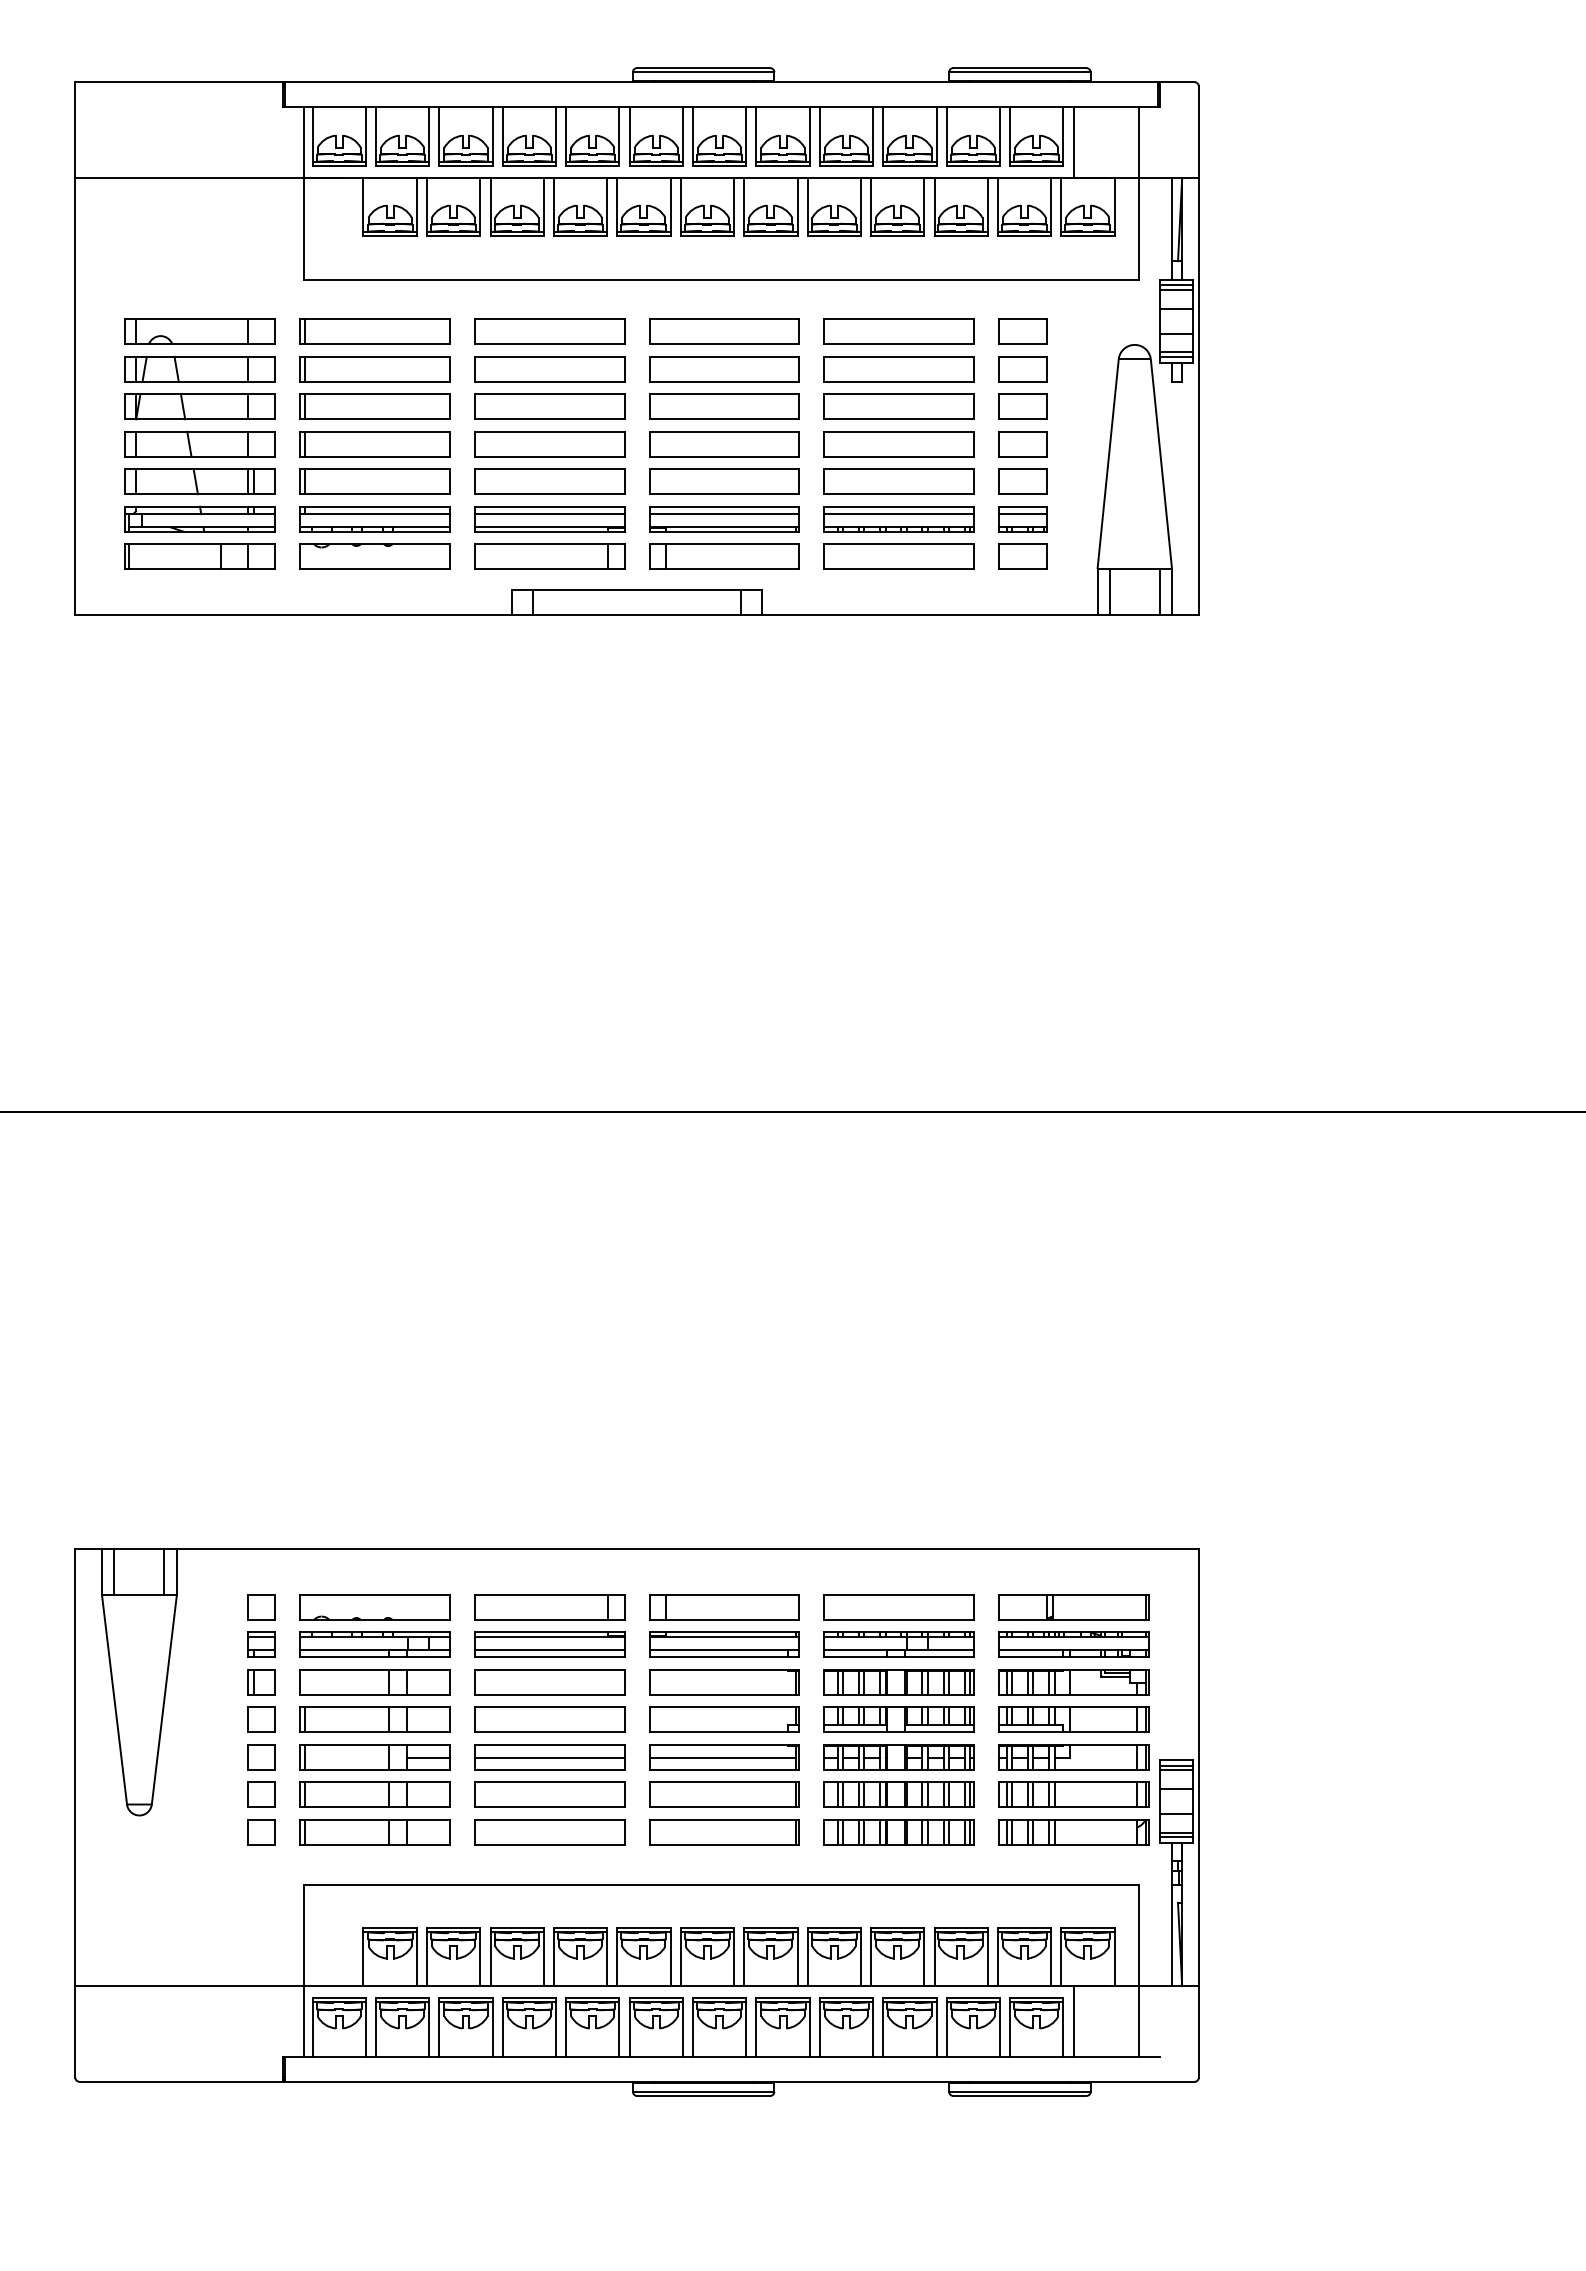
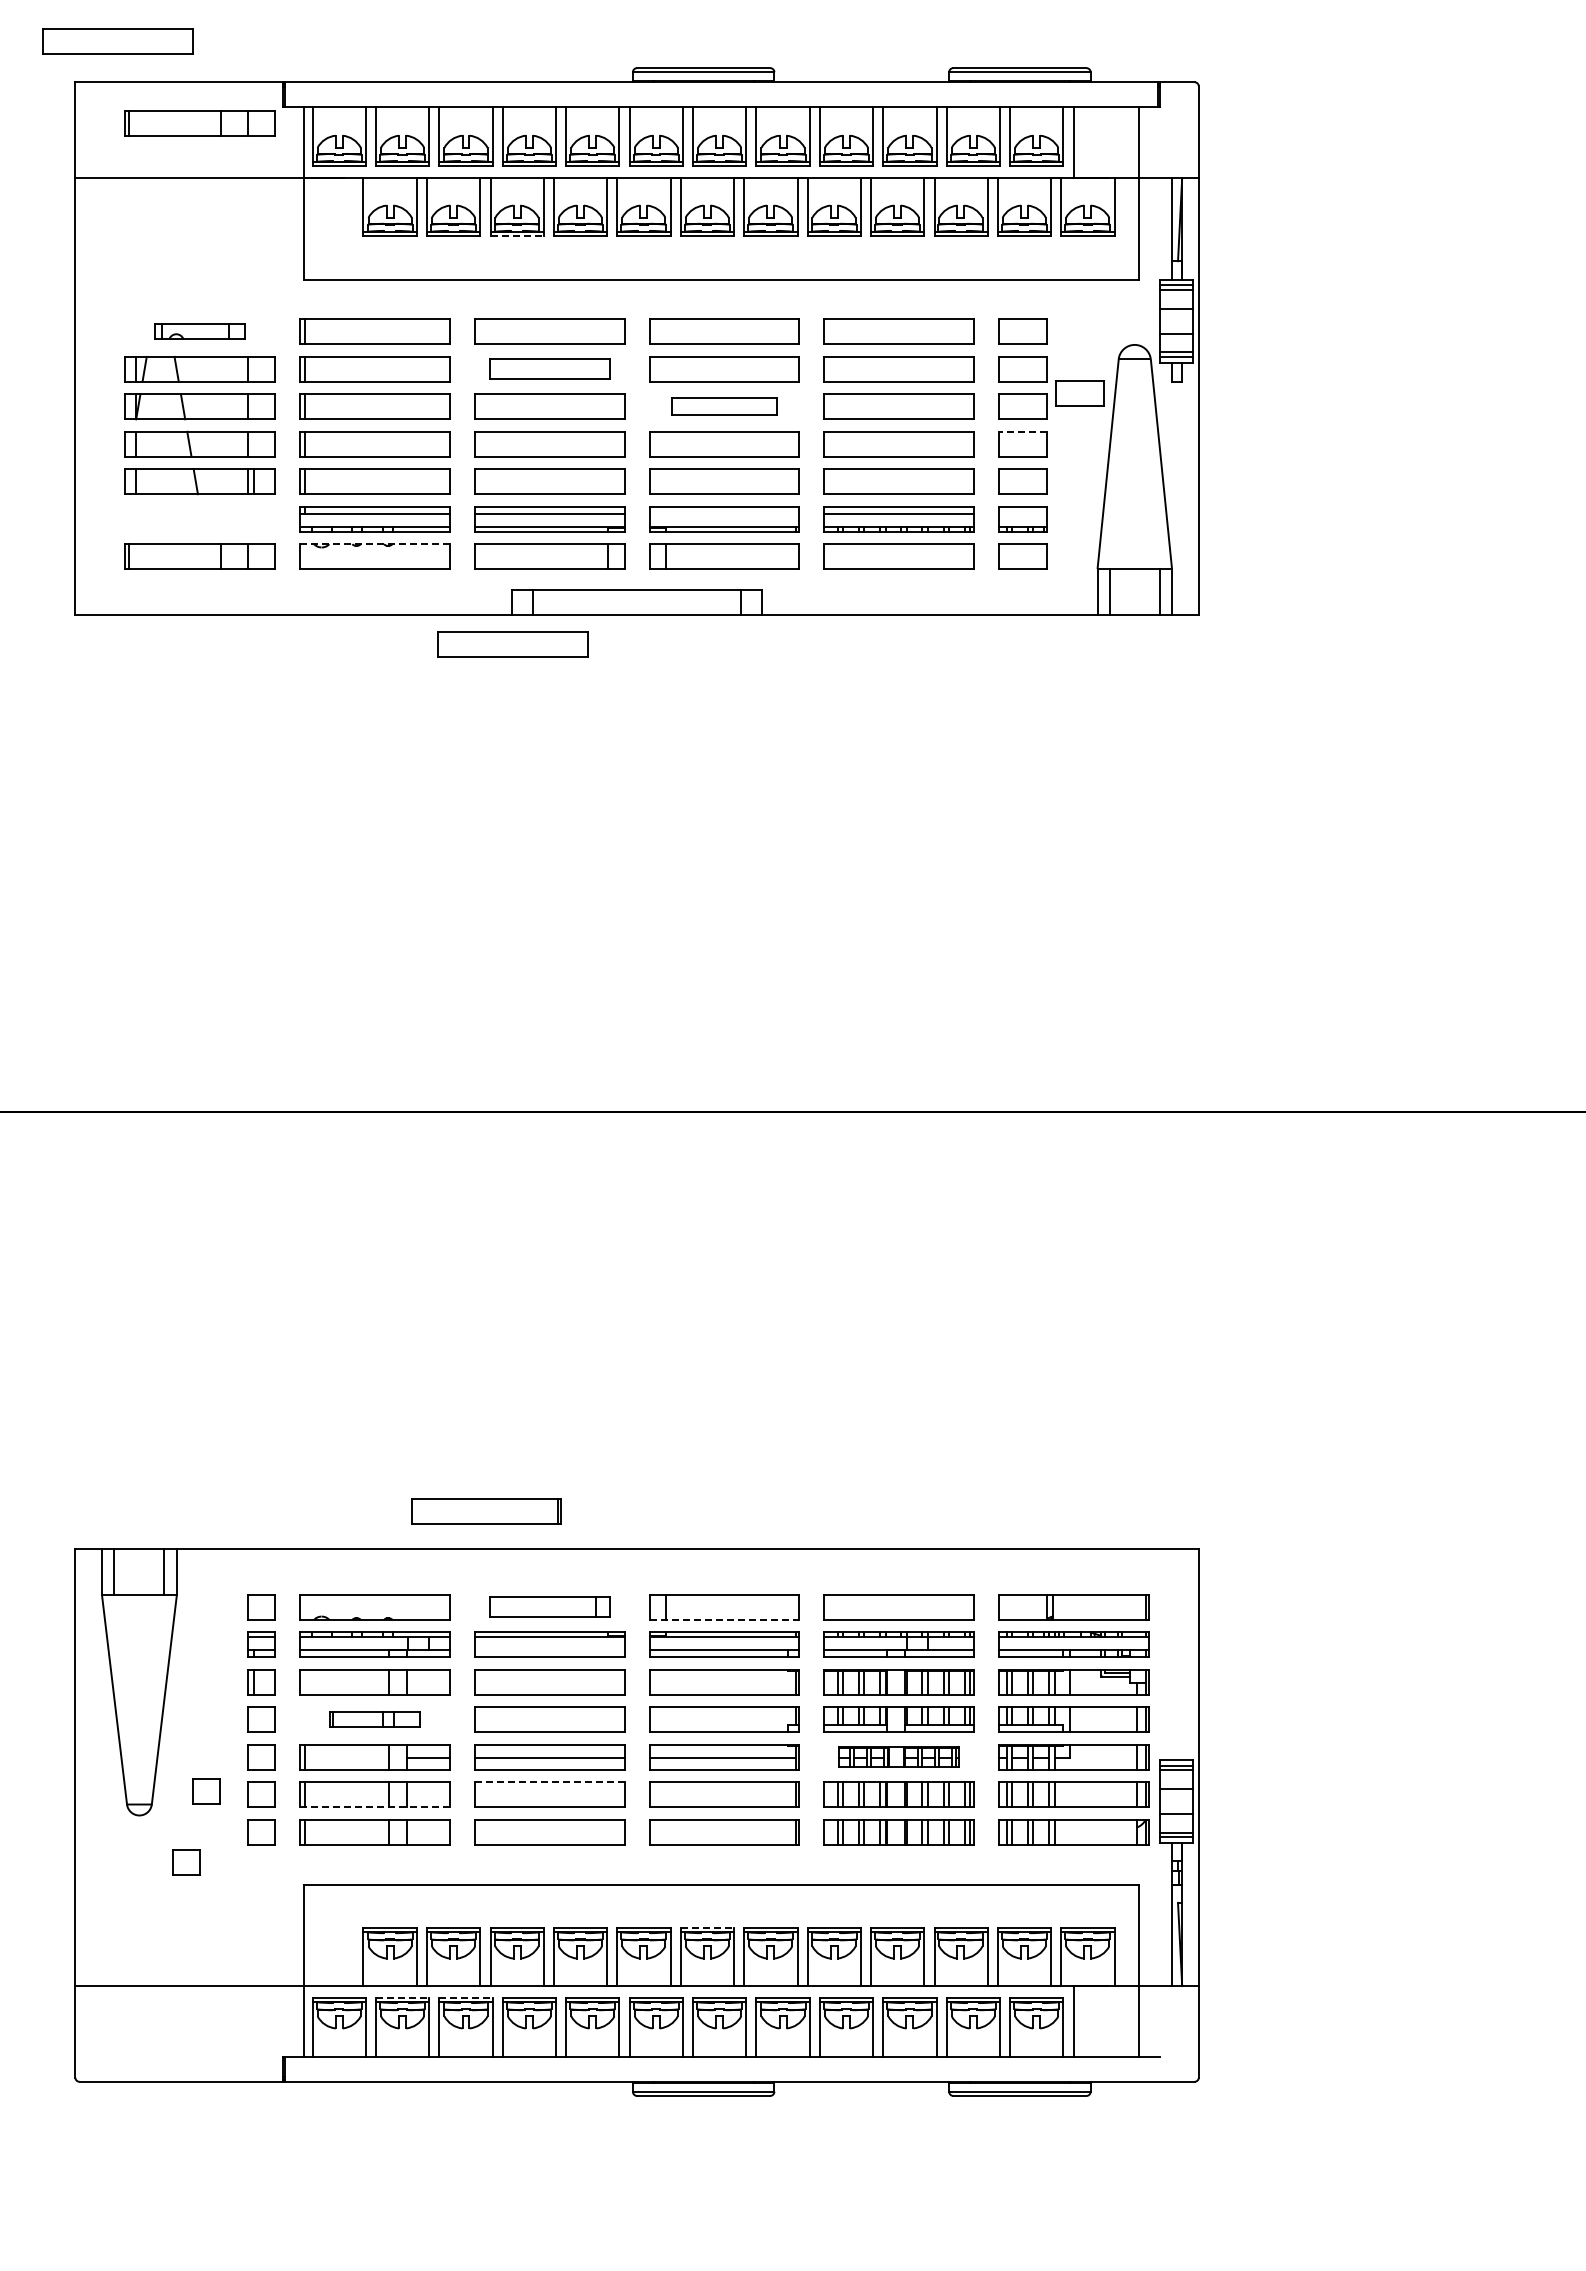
part at (117, 41): none -> present
part at (199, 123): none -> present
line at (517, 236): solid -> dashed
part at (199, 331) size: 152x27 px -> 92x17 px
part at (549, 369) size: 152x27 px -> 122x22 px
part at (1079, 393): none -> present
part at (724, 406) size: 151x27 px -> 107x19 px
line at (1023, 431): solid -> dashed
line at (724, 514): present -> none
line at (1022, 514): present -> none
part at (199, 518): present -> none
line at (374, 544): solid -> dashed
part at (512, 644): none -> present
part at (486, 1511): none -> present
part at (549, 1607) size: 152x27 px -> 122x22 px
line at (724, 1619): solid -> dashed
line at (549, 1649): present -> none
part at (374, 1719) size: 152x27 px -> 92x17 px
part at (898, 1757) size: 152x27 px -> 122x22 px
line at (549, 1782): solid -> dashed
part at (206, 1791): none -> present
line at (374, 1807): solid -> dashed
part at (186, 1862): none -> present
line at (707, 1927): solid -> dashed
line at (402, 1997): solid -> dashed
line at (466, 1997): solid -> dashed
